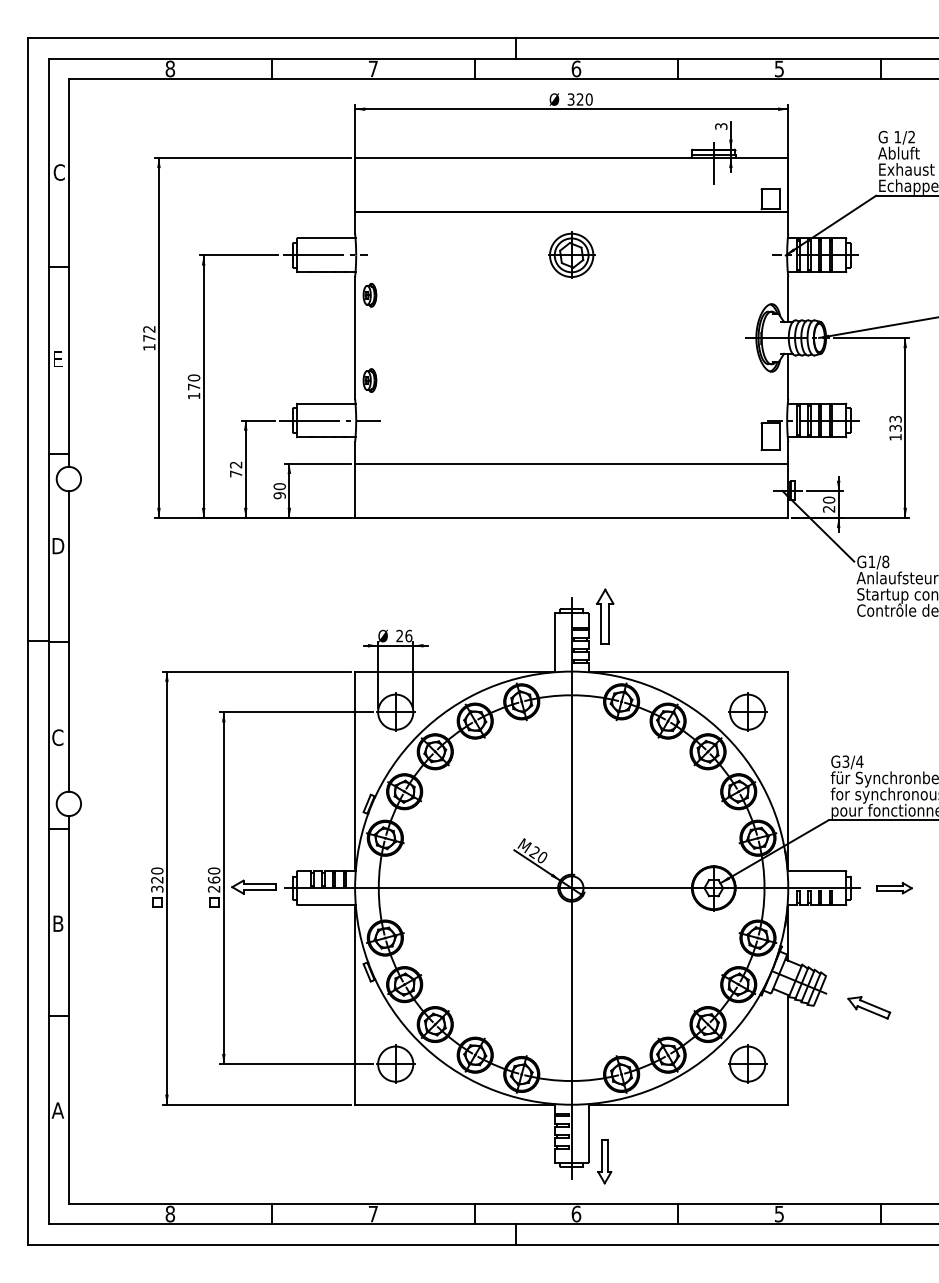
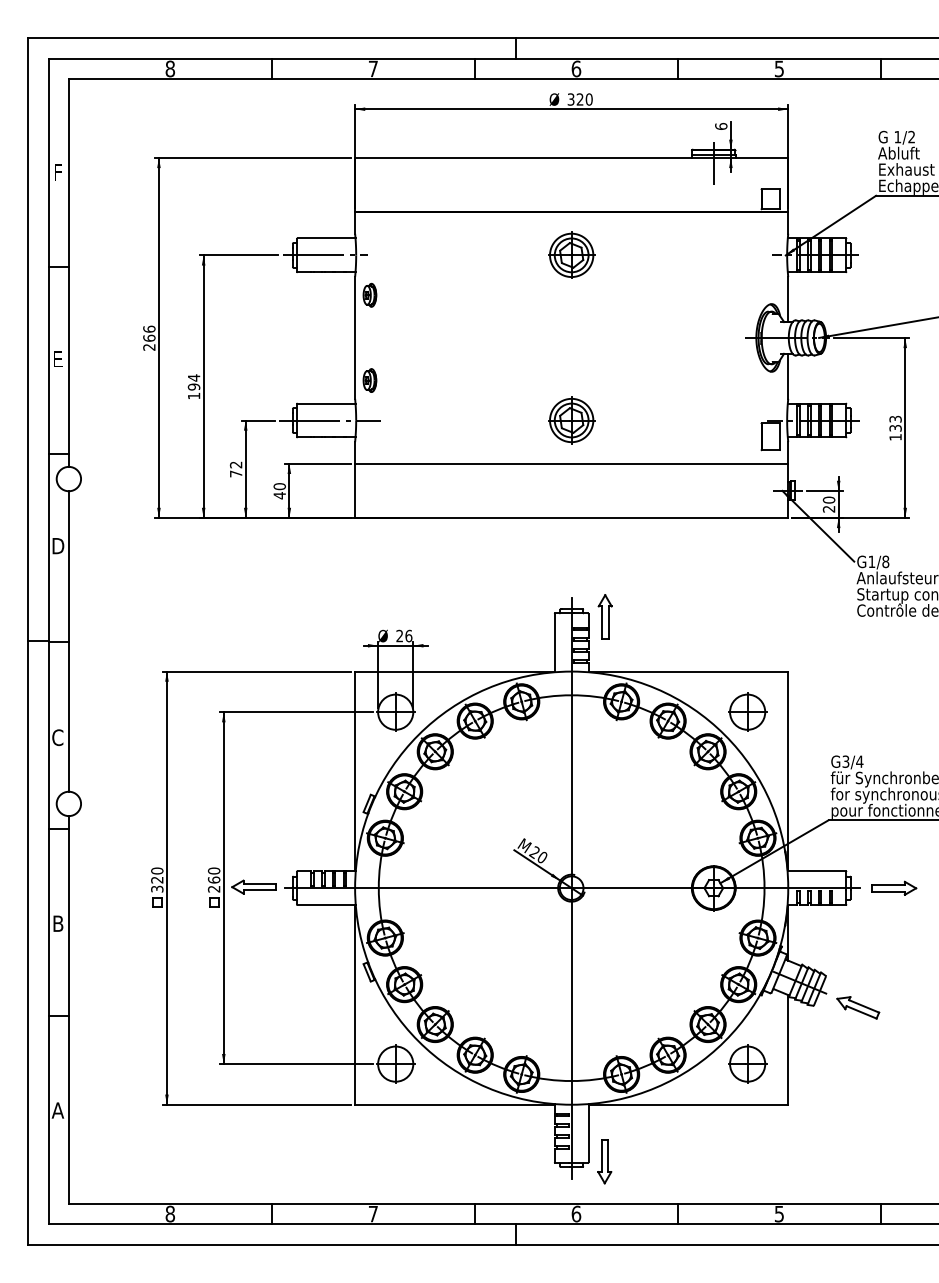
text at (721, 126): 3 -> 6
text at (58, 172): C -> F
text at (149, 337): 172 -> 266
text at (193, 382): 170 -> 194
part at (571, 420): none -> present
text at (279, 495): 90 -> 40
part at (605, 616) size: 19x57 px -> 16x46 px
part at (894, 888) size: 37x13 px -> 47x16 px
part at (869, 1007) position: (869, 1007) -> (858, 1007)
